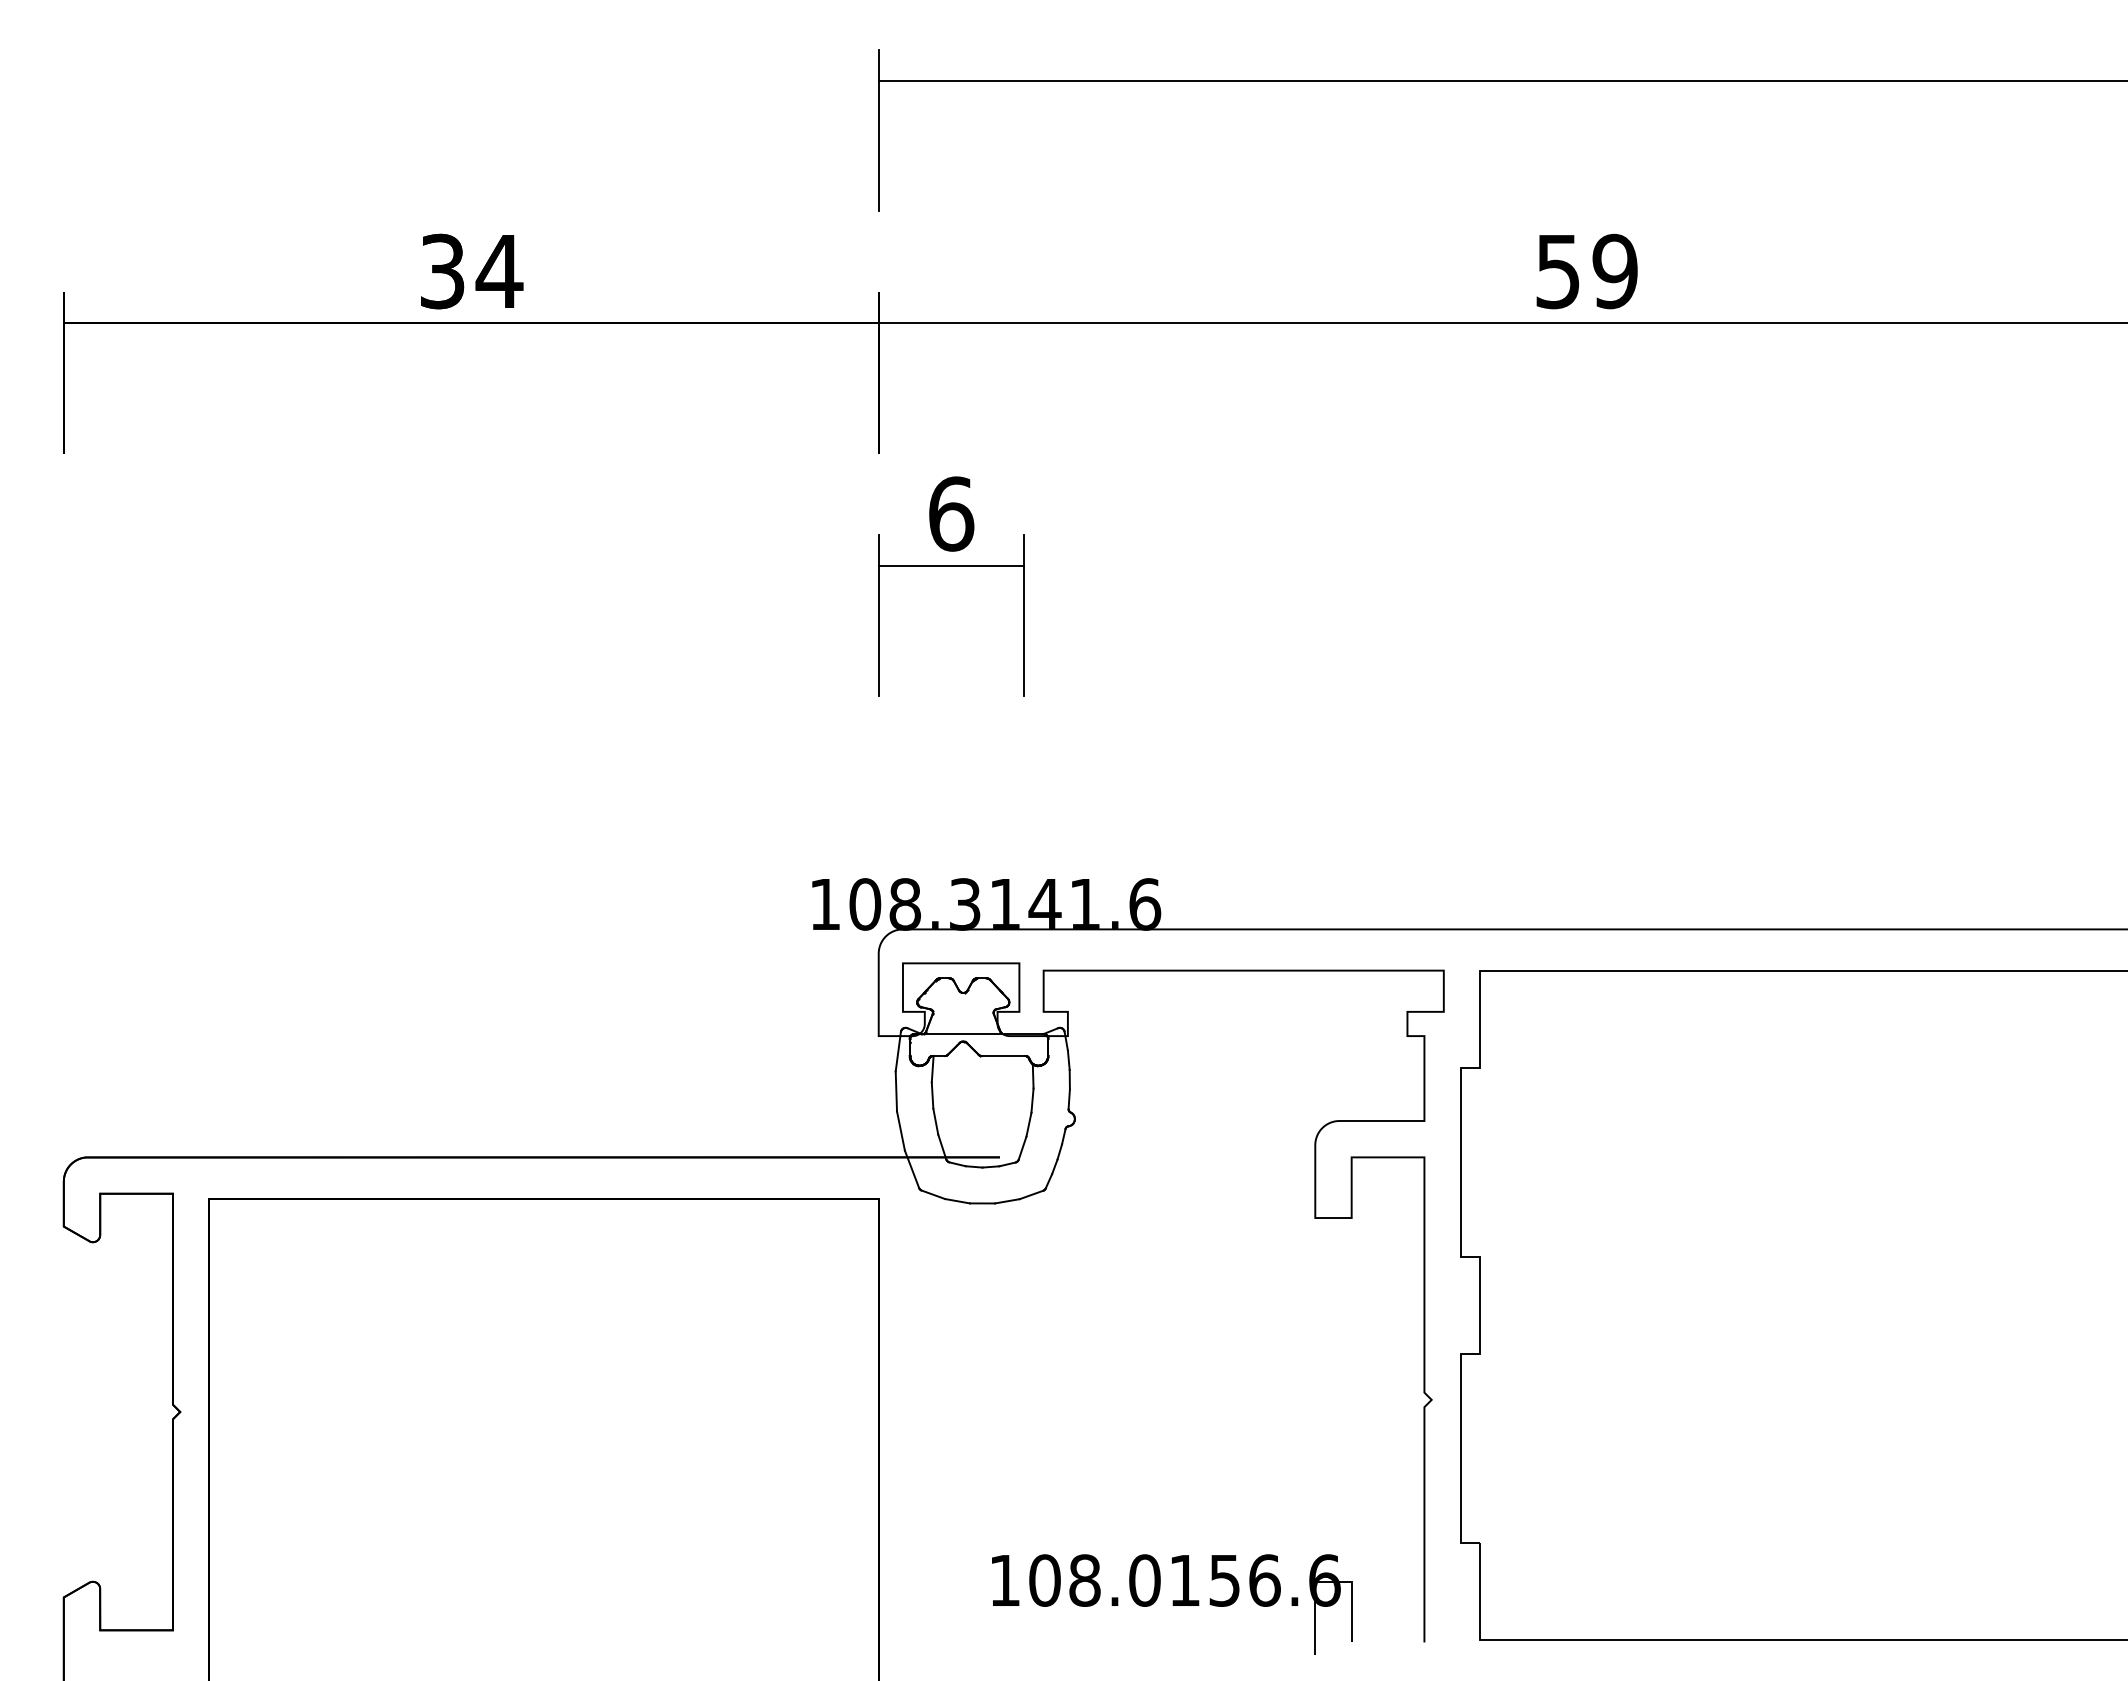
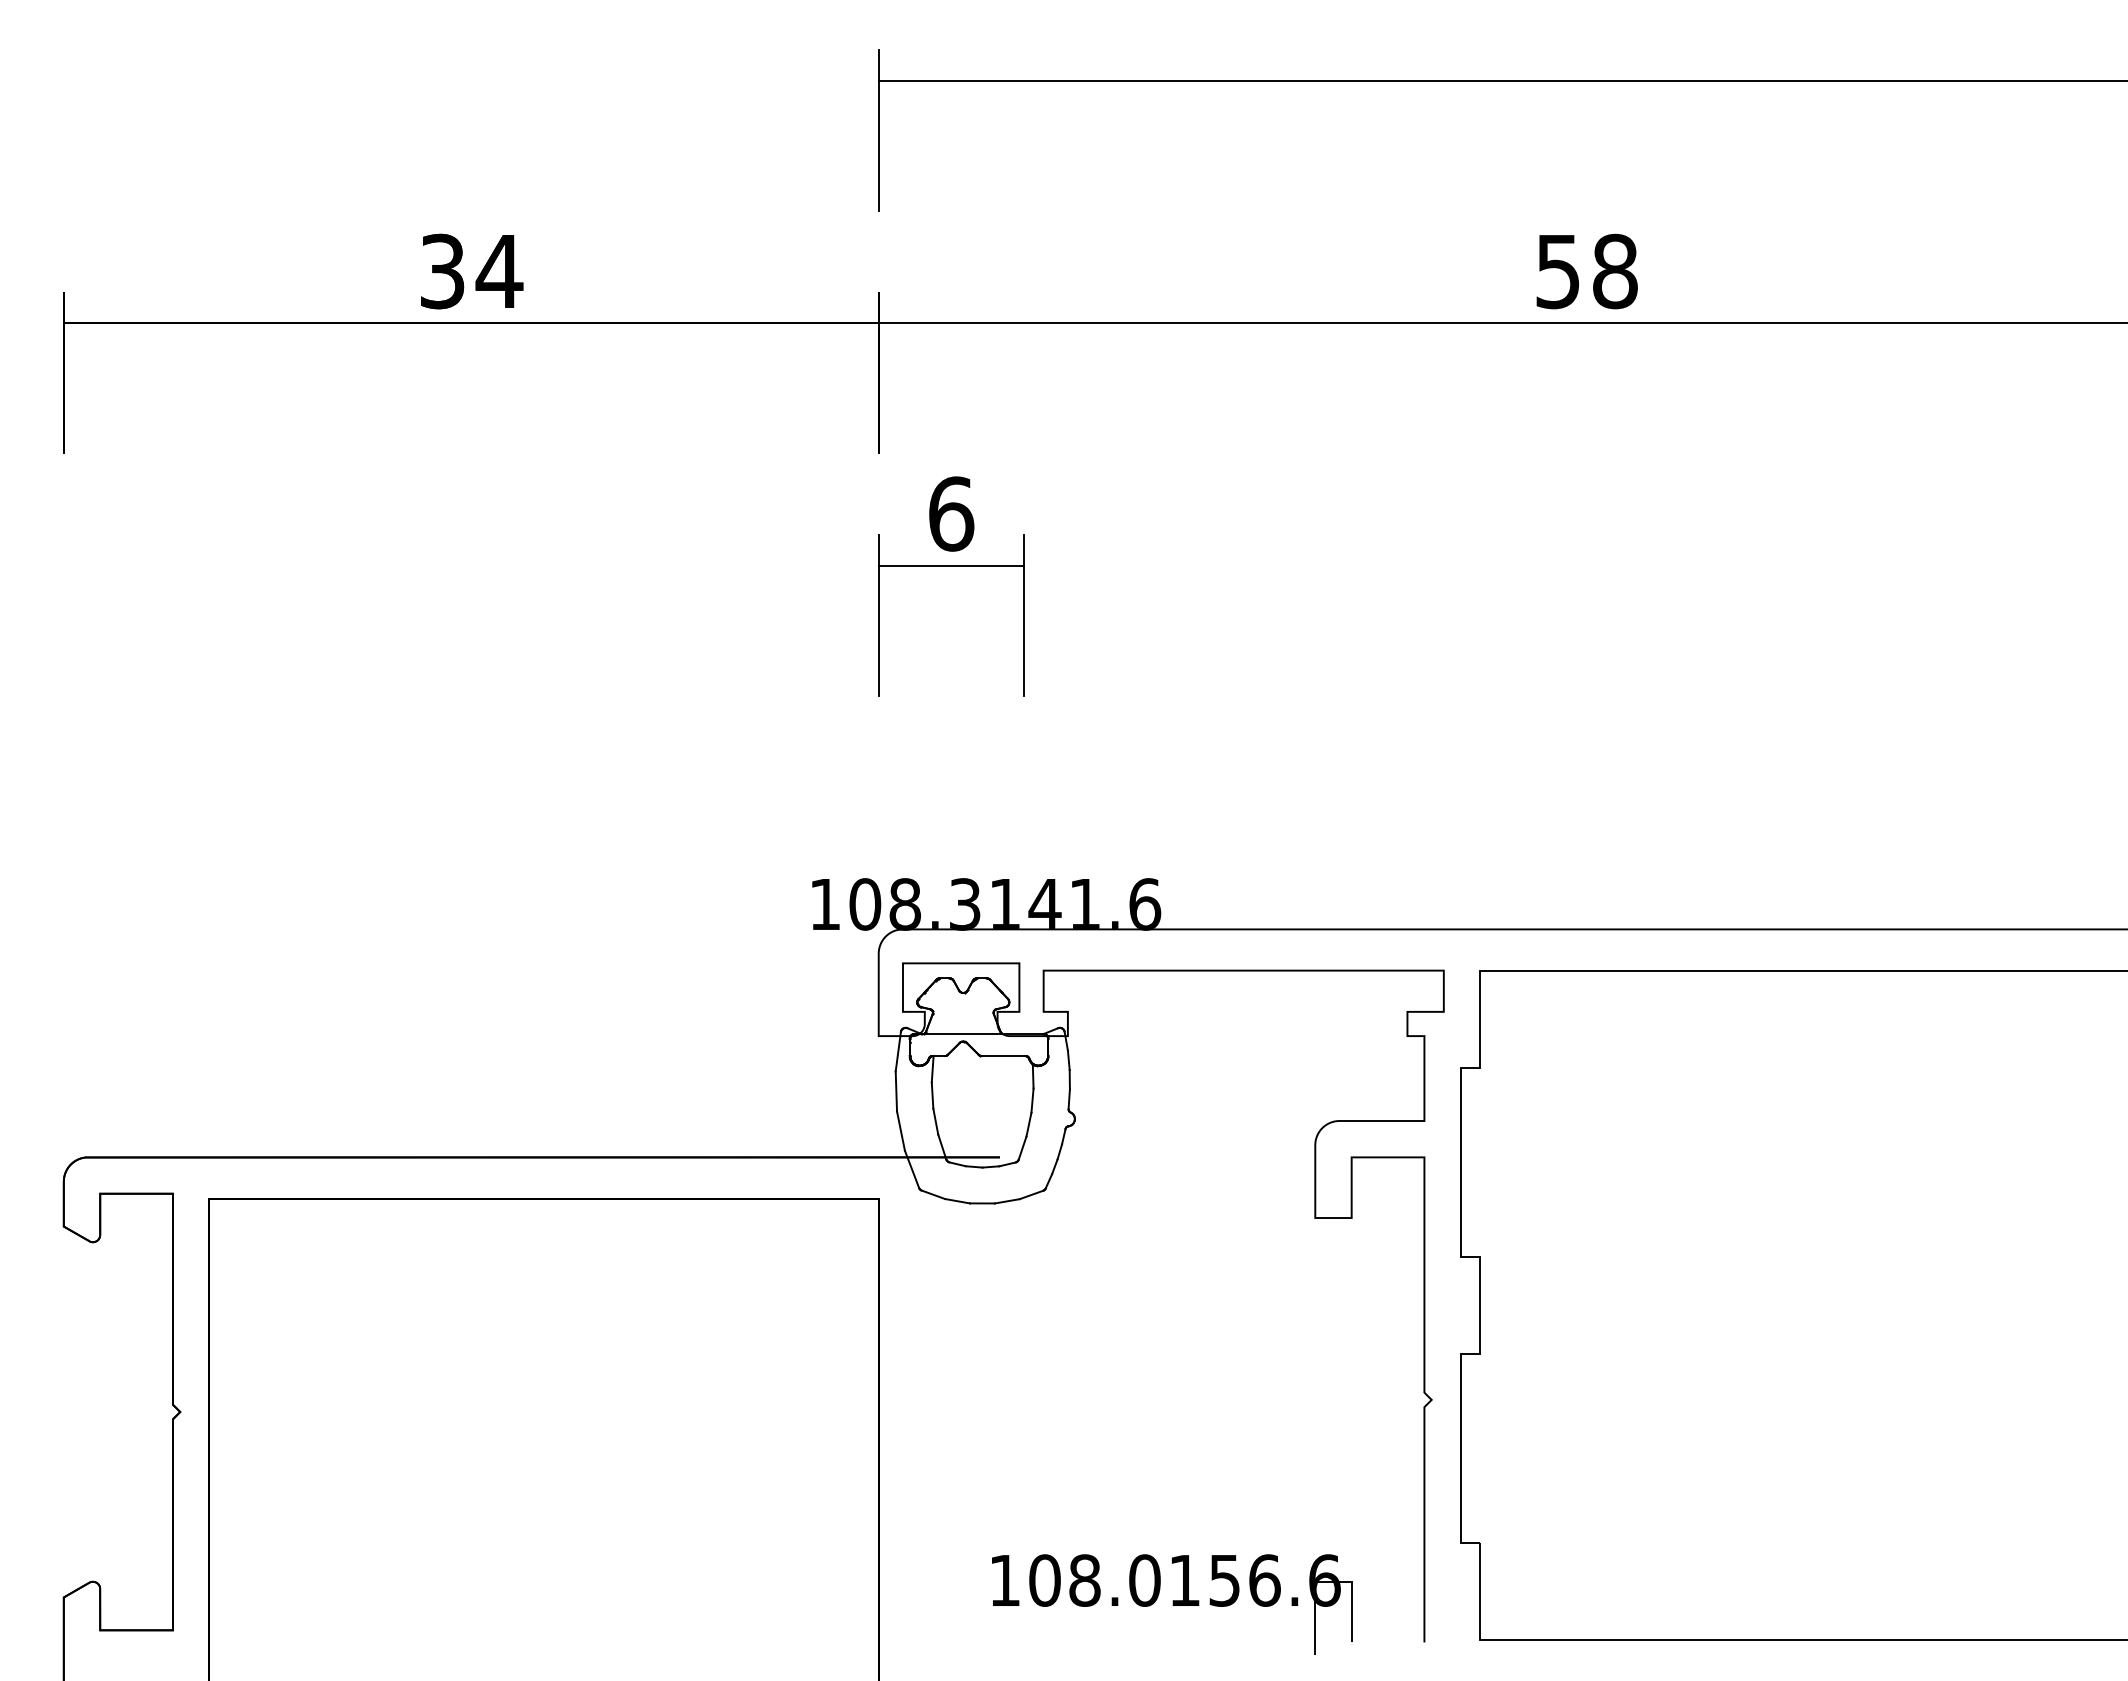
text at (1614, 271): 59 -> 58
